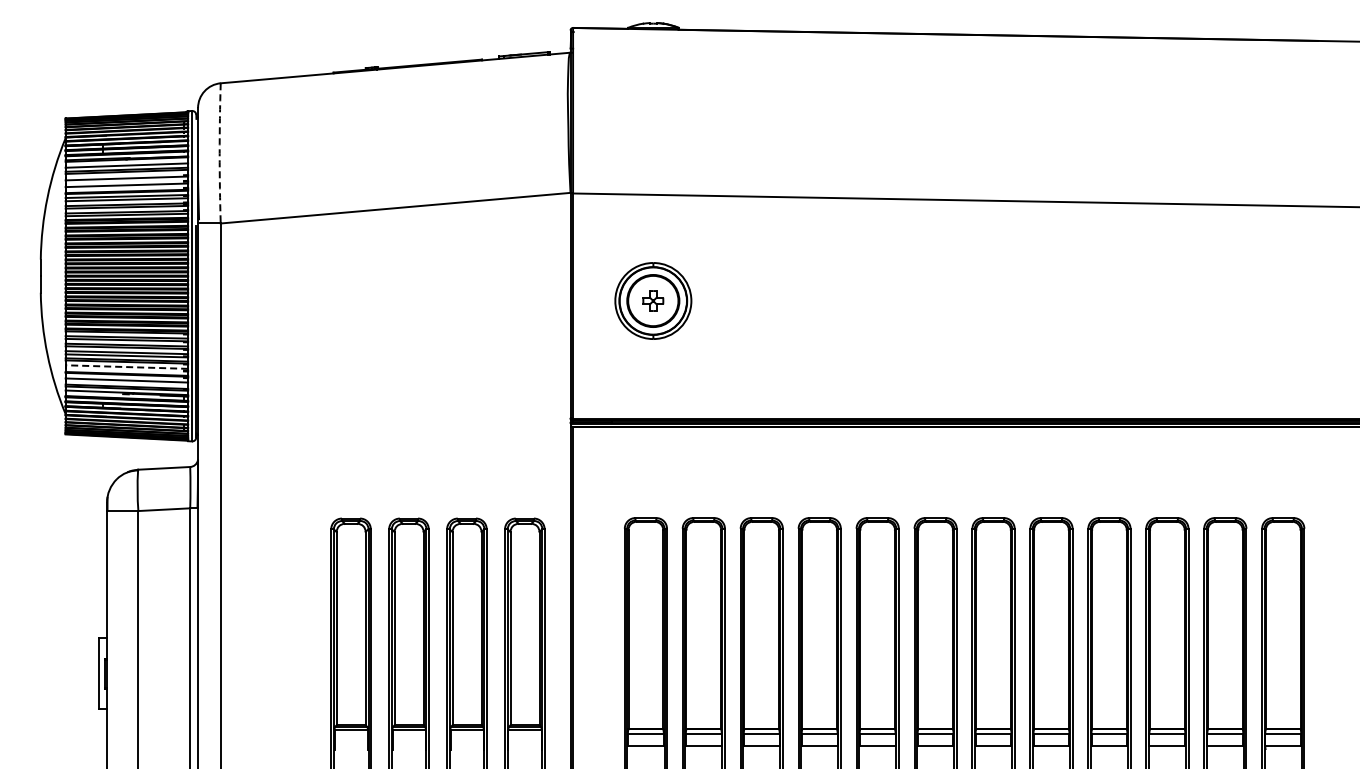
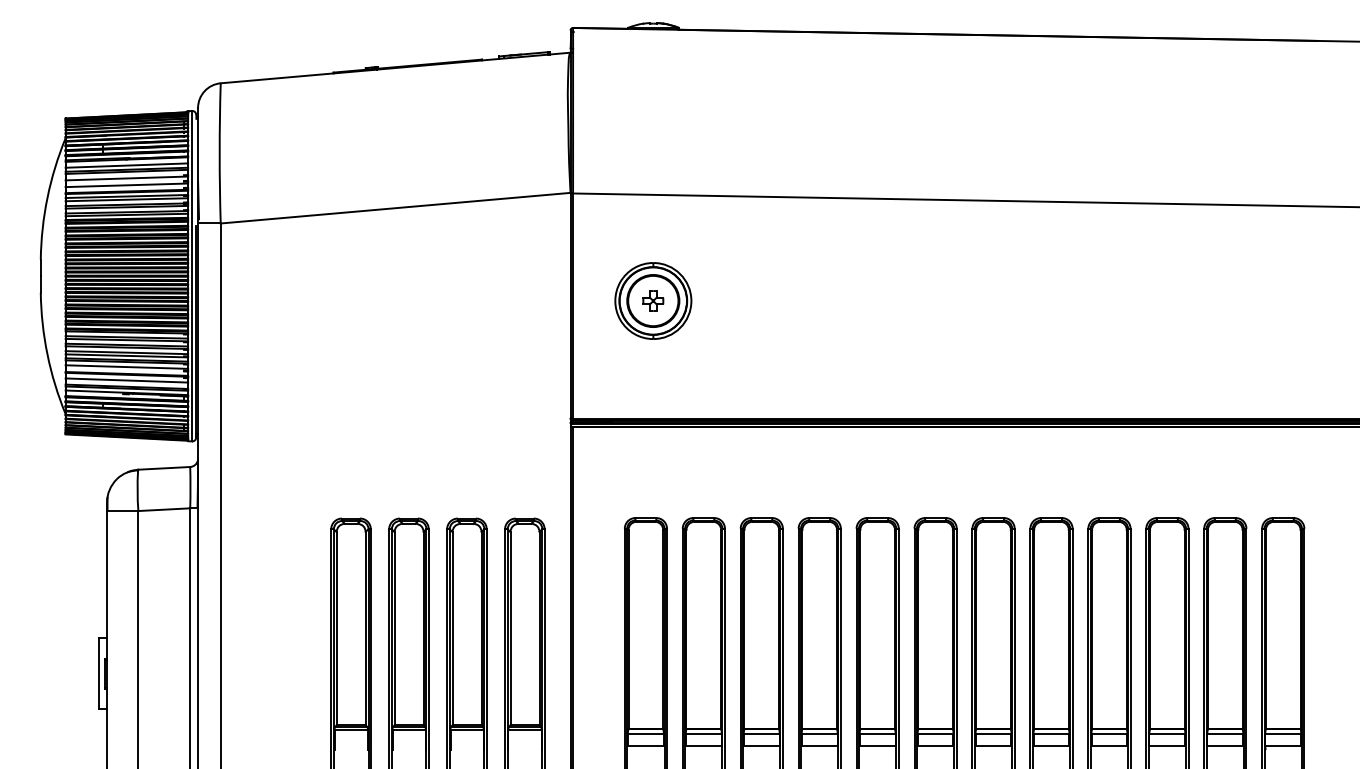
arc at (219, 153): dashed -> solid
line at (126, 367): dashed -> solid
